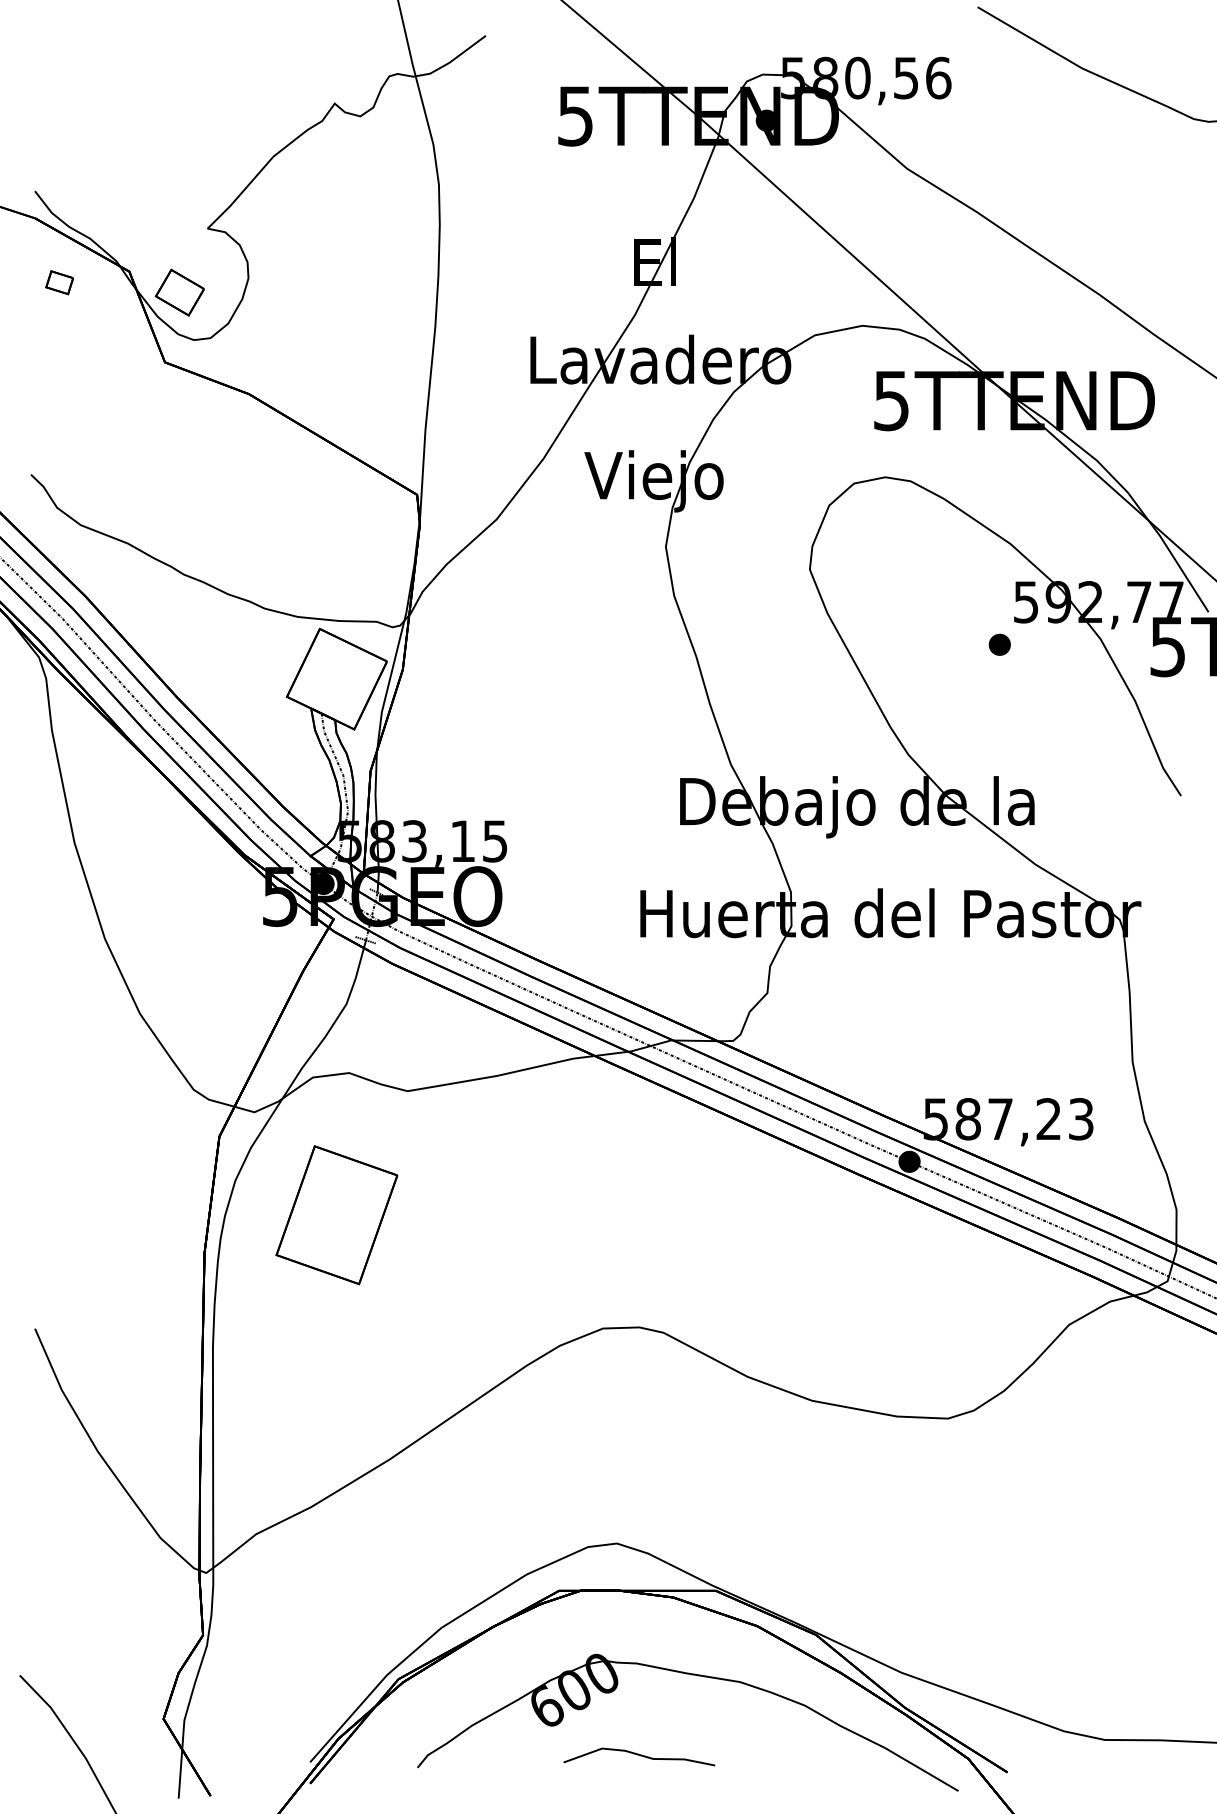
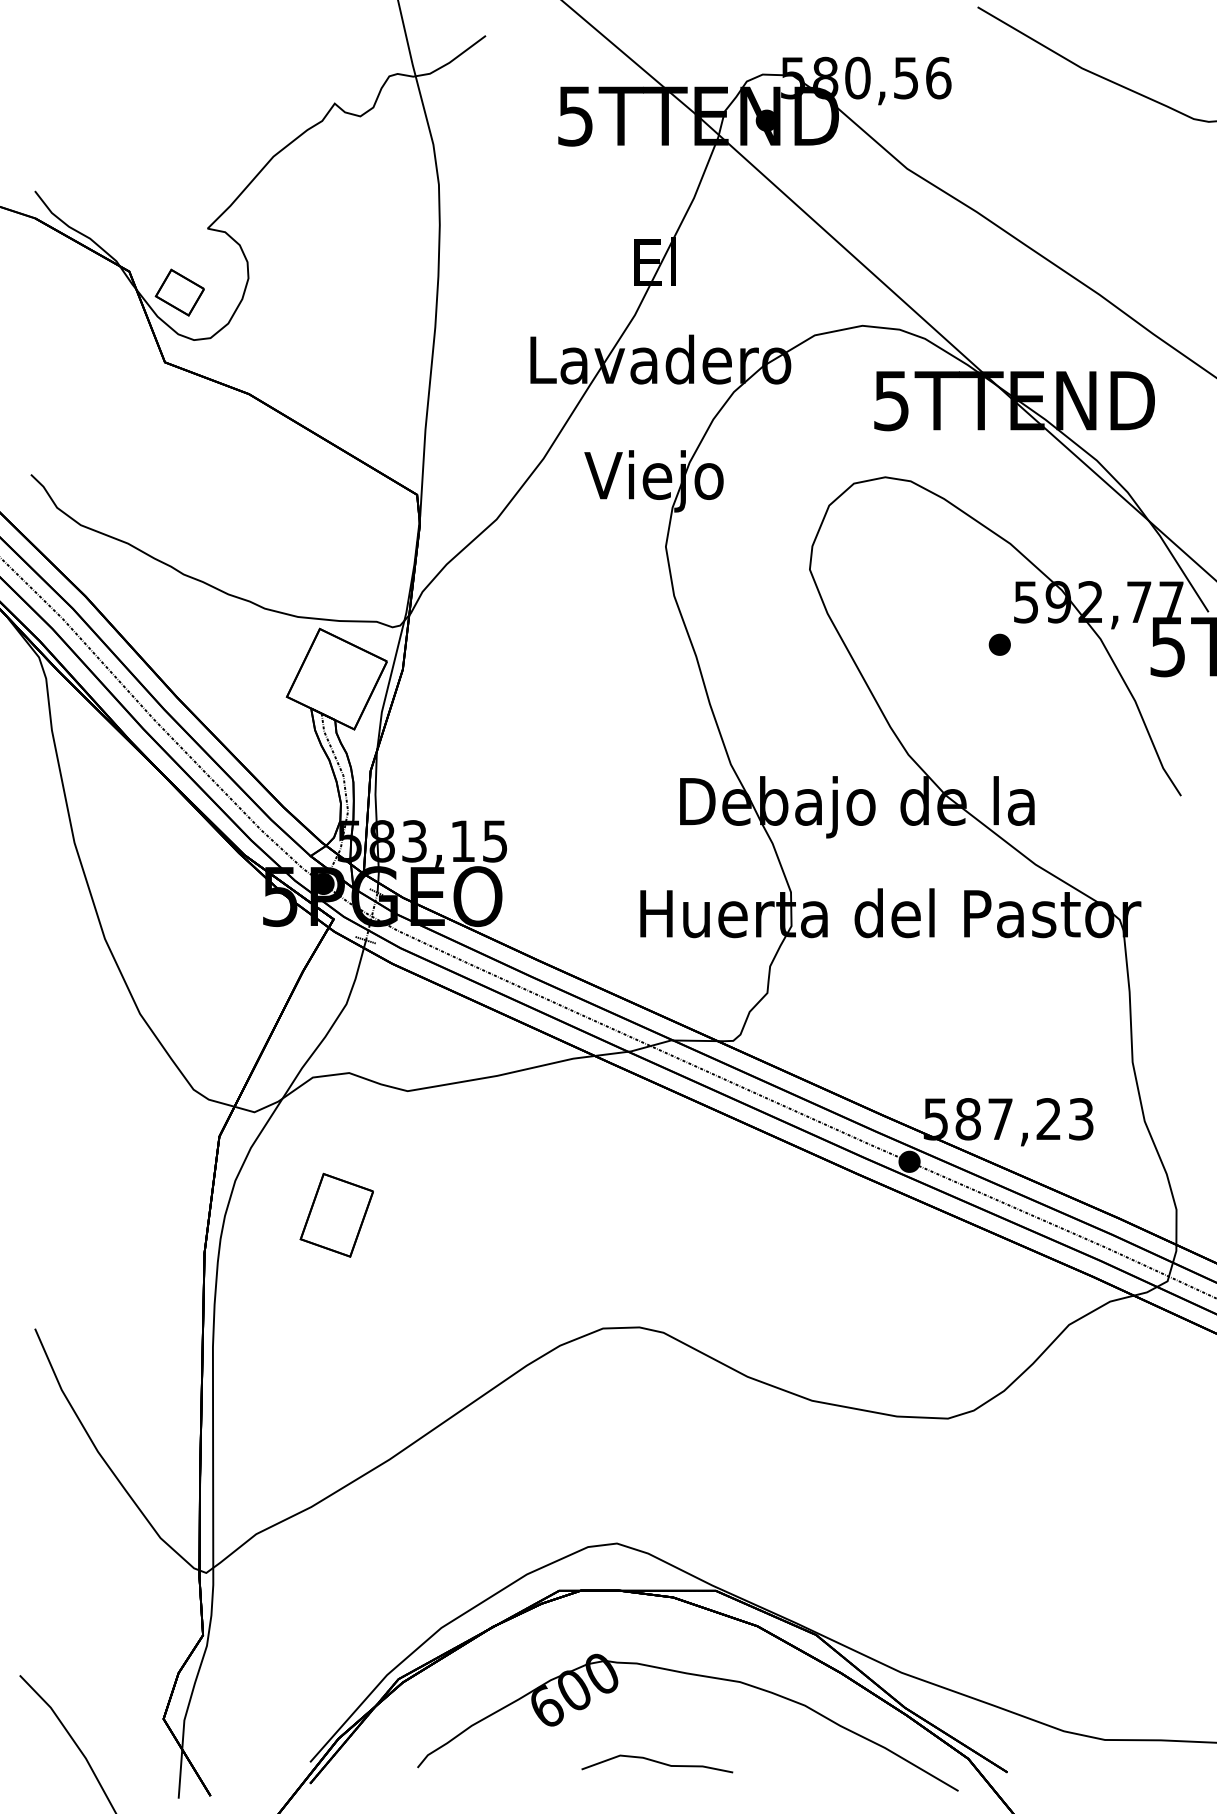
part at (59, 282): present -> none
part at (336, 1215) size: 124x141 px -> 75x86 px
curve at (639, 1755) position: (639, 1755) -> (657, 1762)
